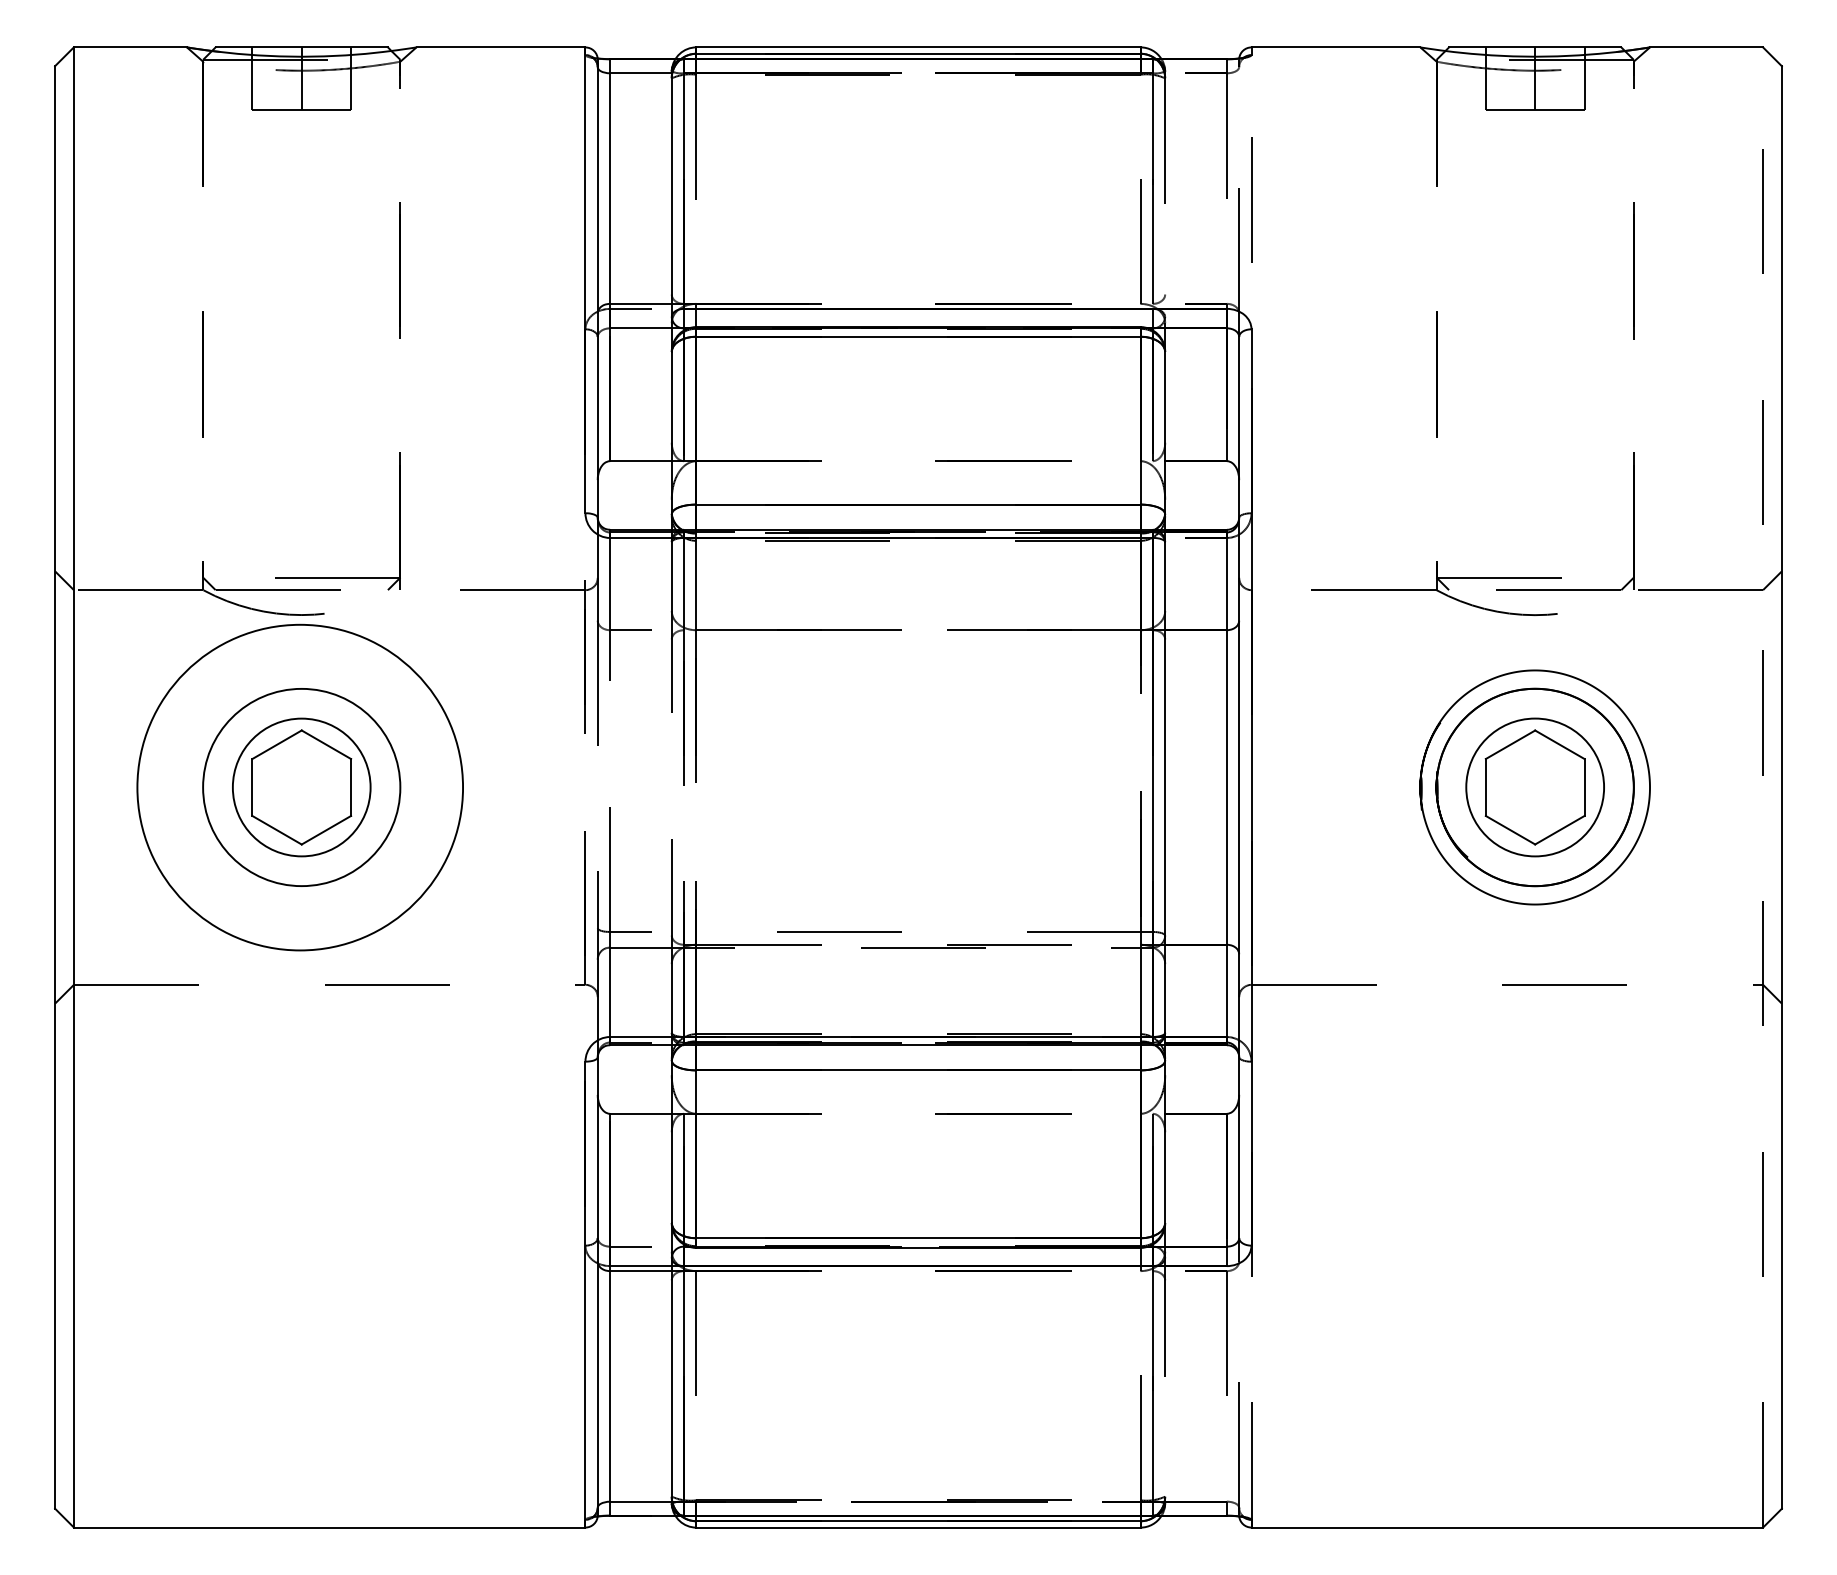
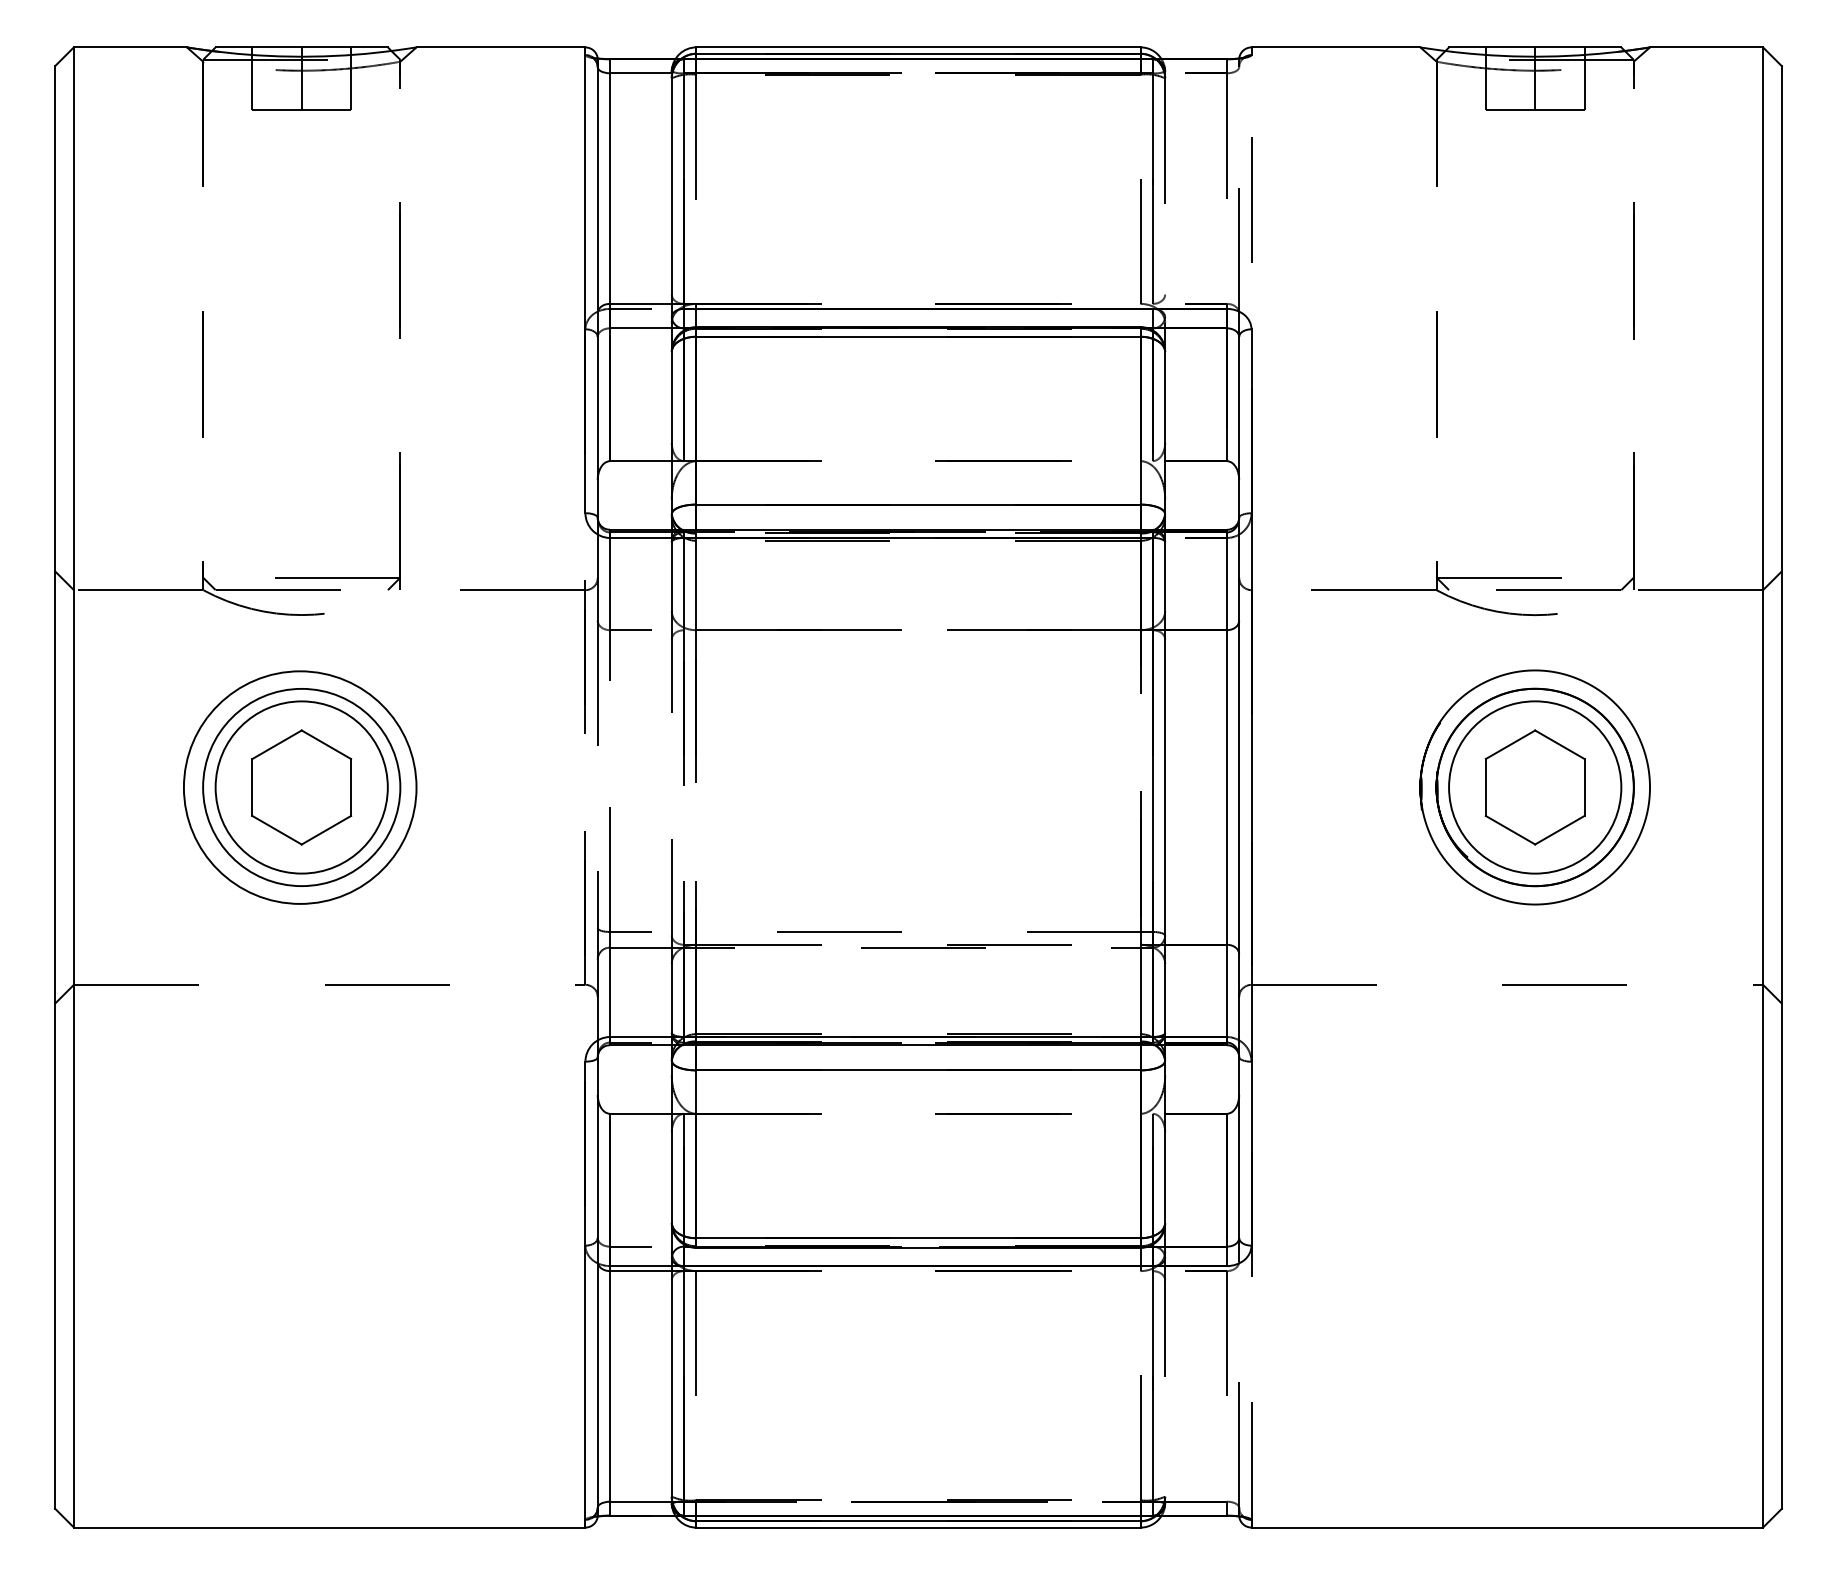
circle at (300, 787) diameter: 326 px -> 233 px
circle at (301, 787) diameter: 138 px -> 172 px
circle at (1535, 787) diameter: 138 px -> 172 px
line at (1763, 787): dashed -> solid
